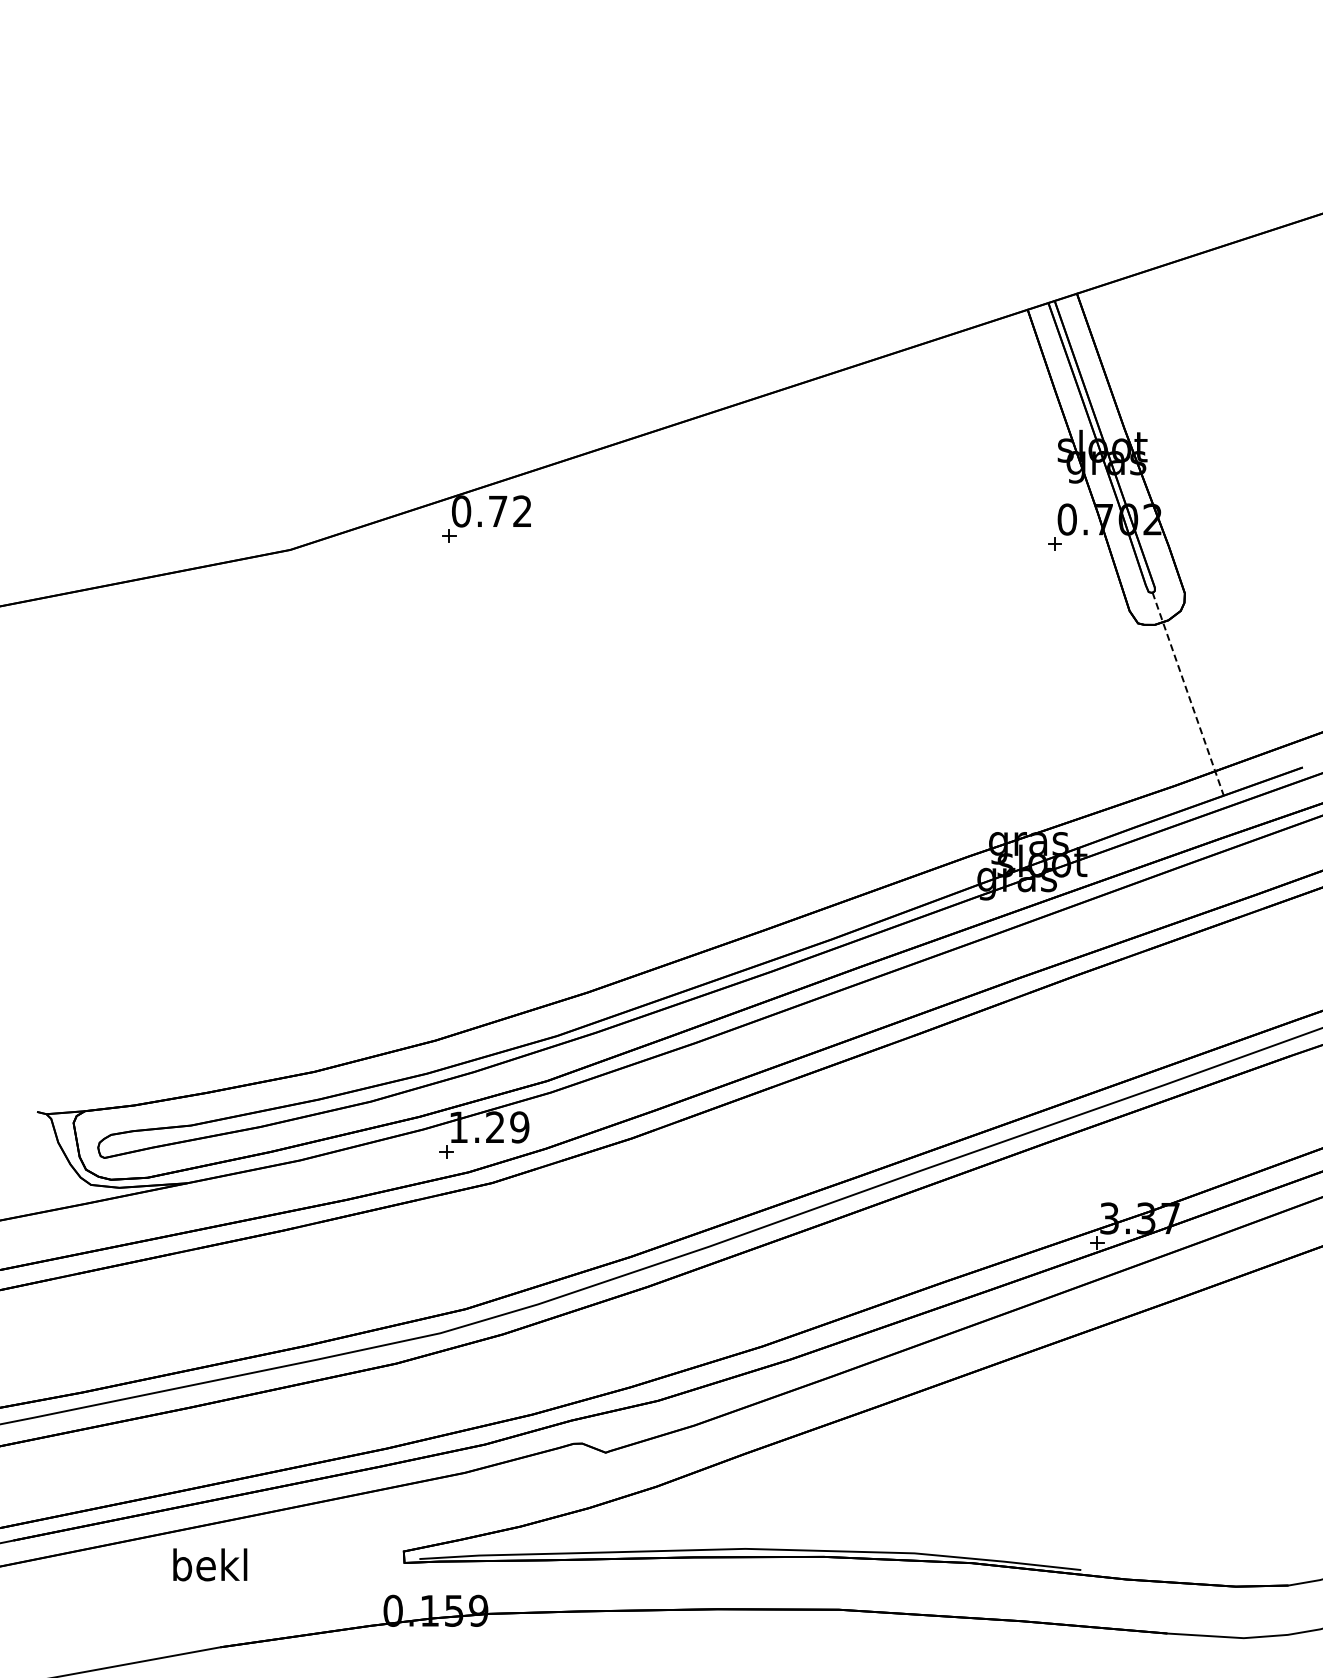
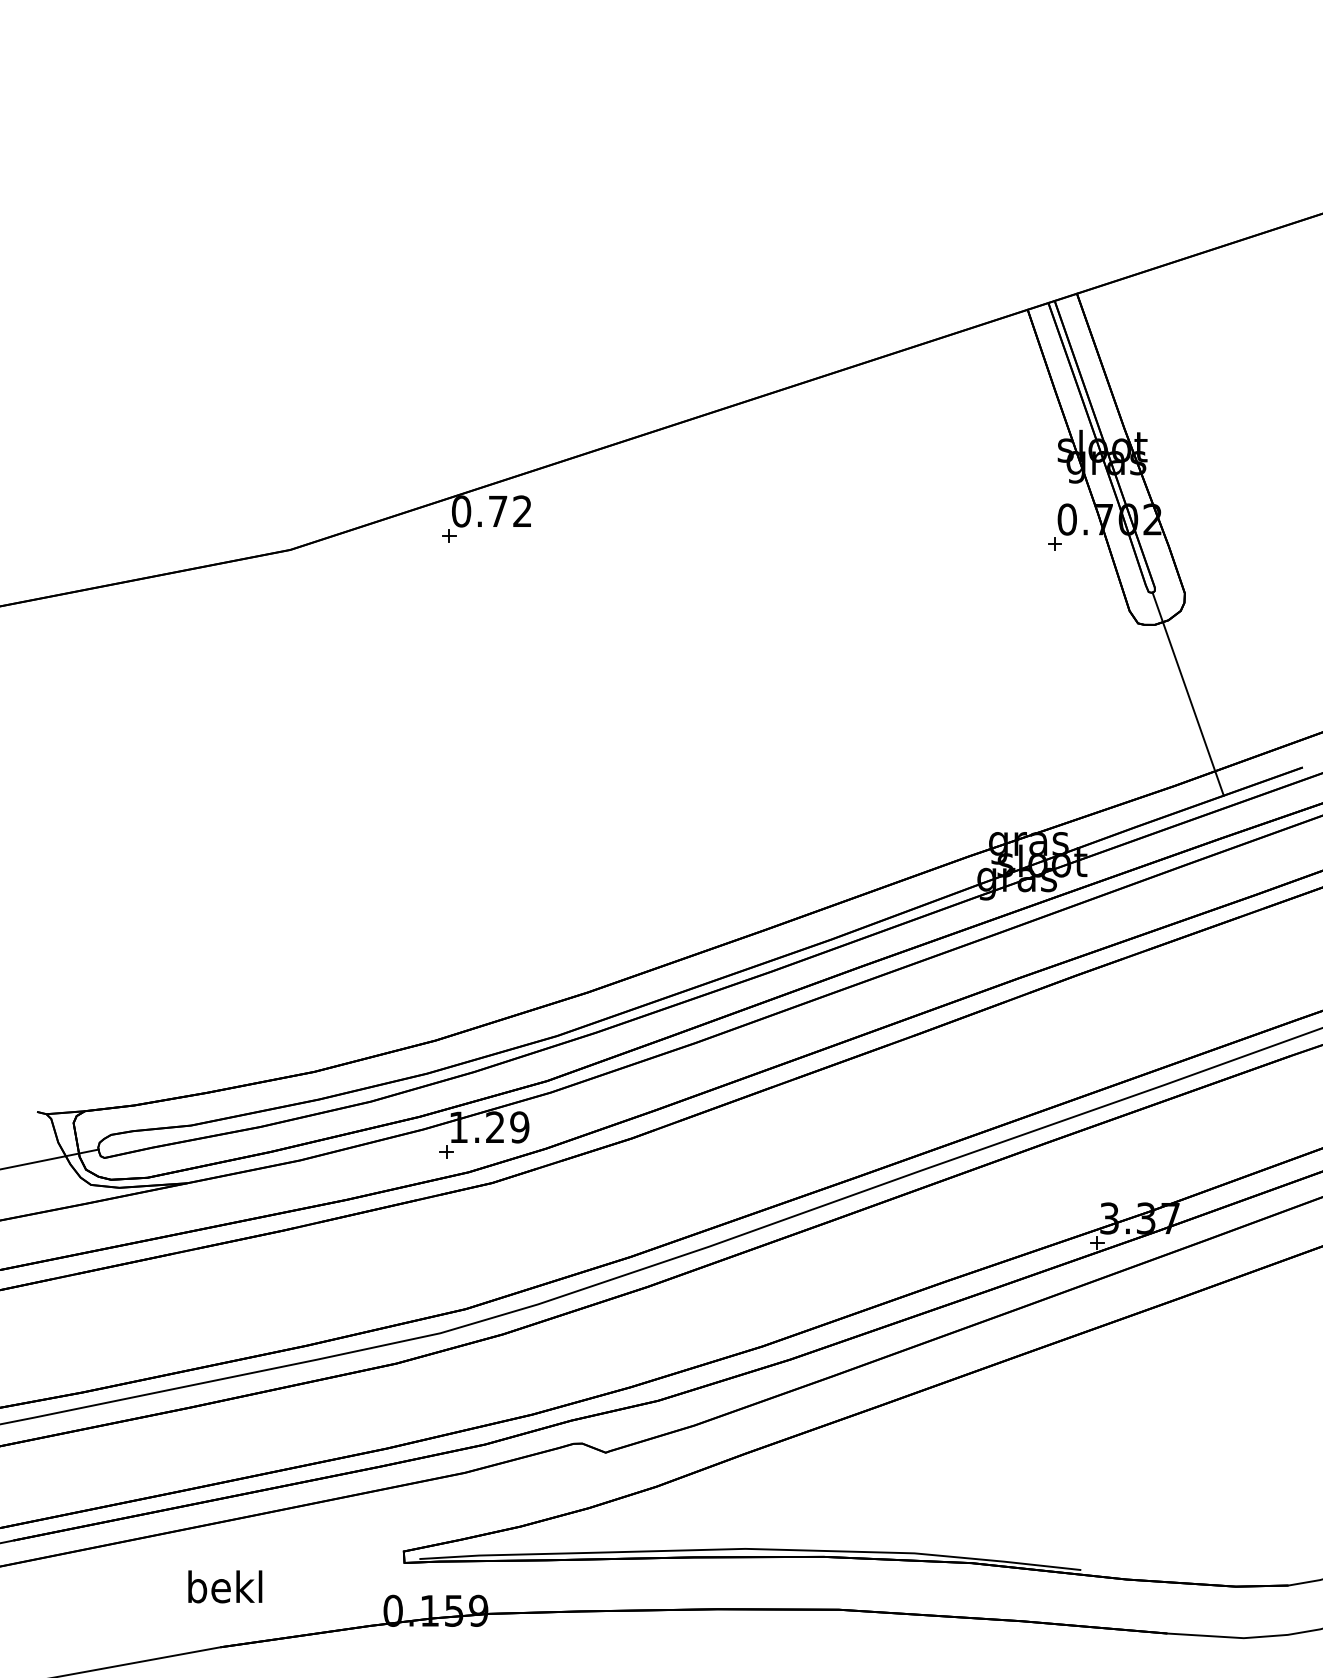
line at (1188, 694): dashed -> solid
line at (50, 1159): none -> present
text at (210, 1564) position: (210, 1564) -> (225, 1586)
